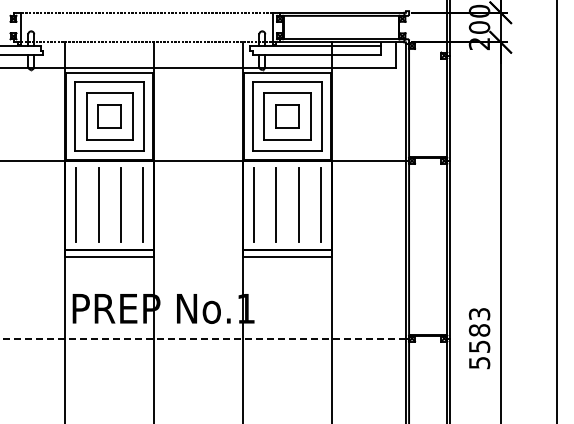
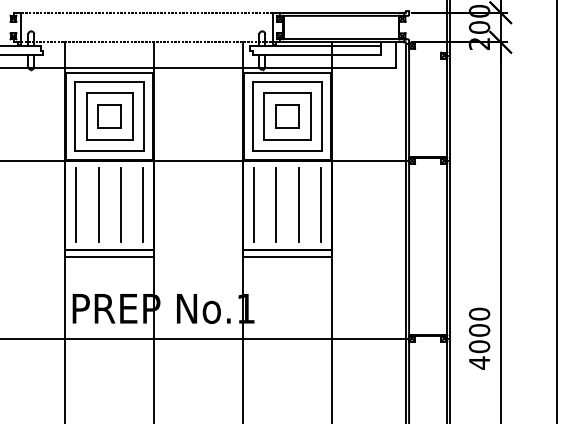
line at (203, 338): dashed -> solid
text at (479, 338): 5583 -> 4000
